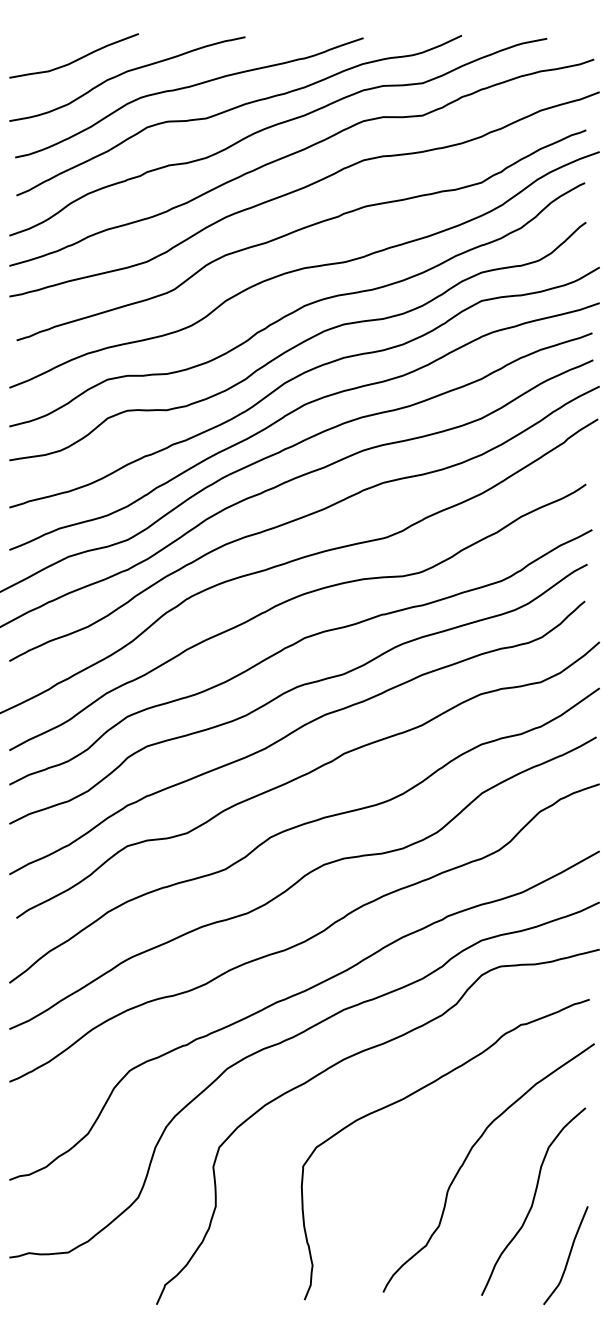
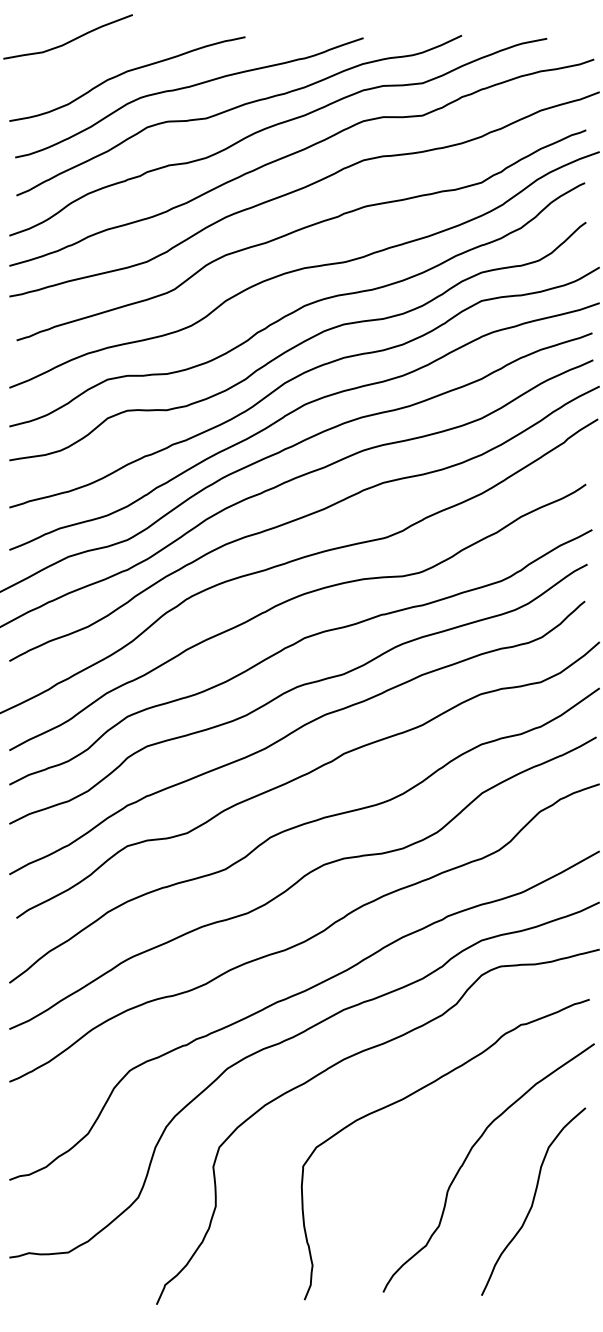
curve at (75, 59) position: (75, 59) -> (69, 40)
curve at (567, 1257): present -> none
